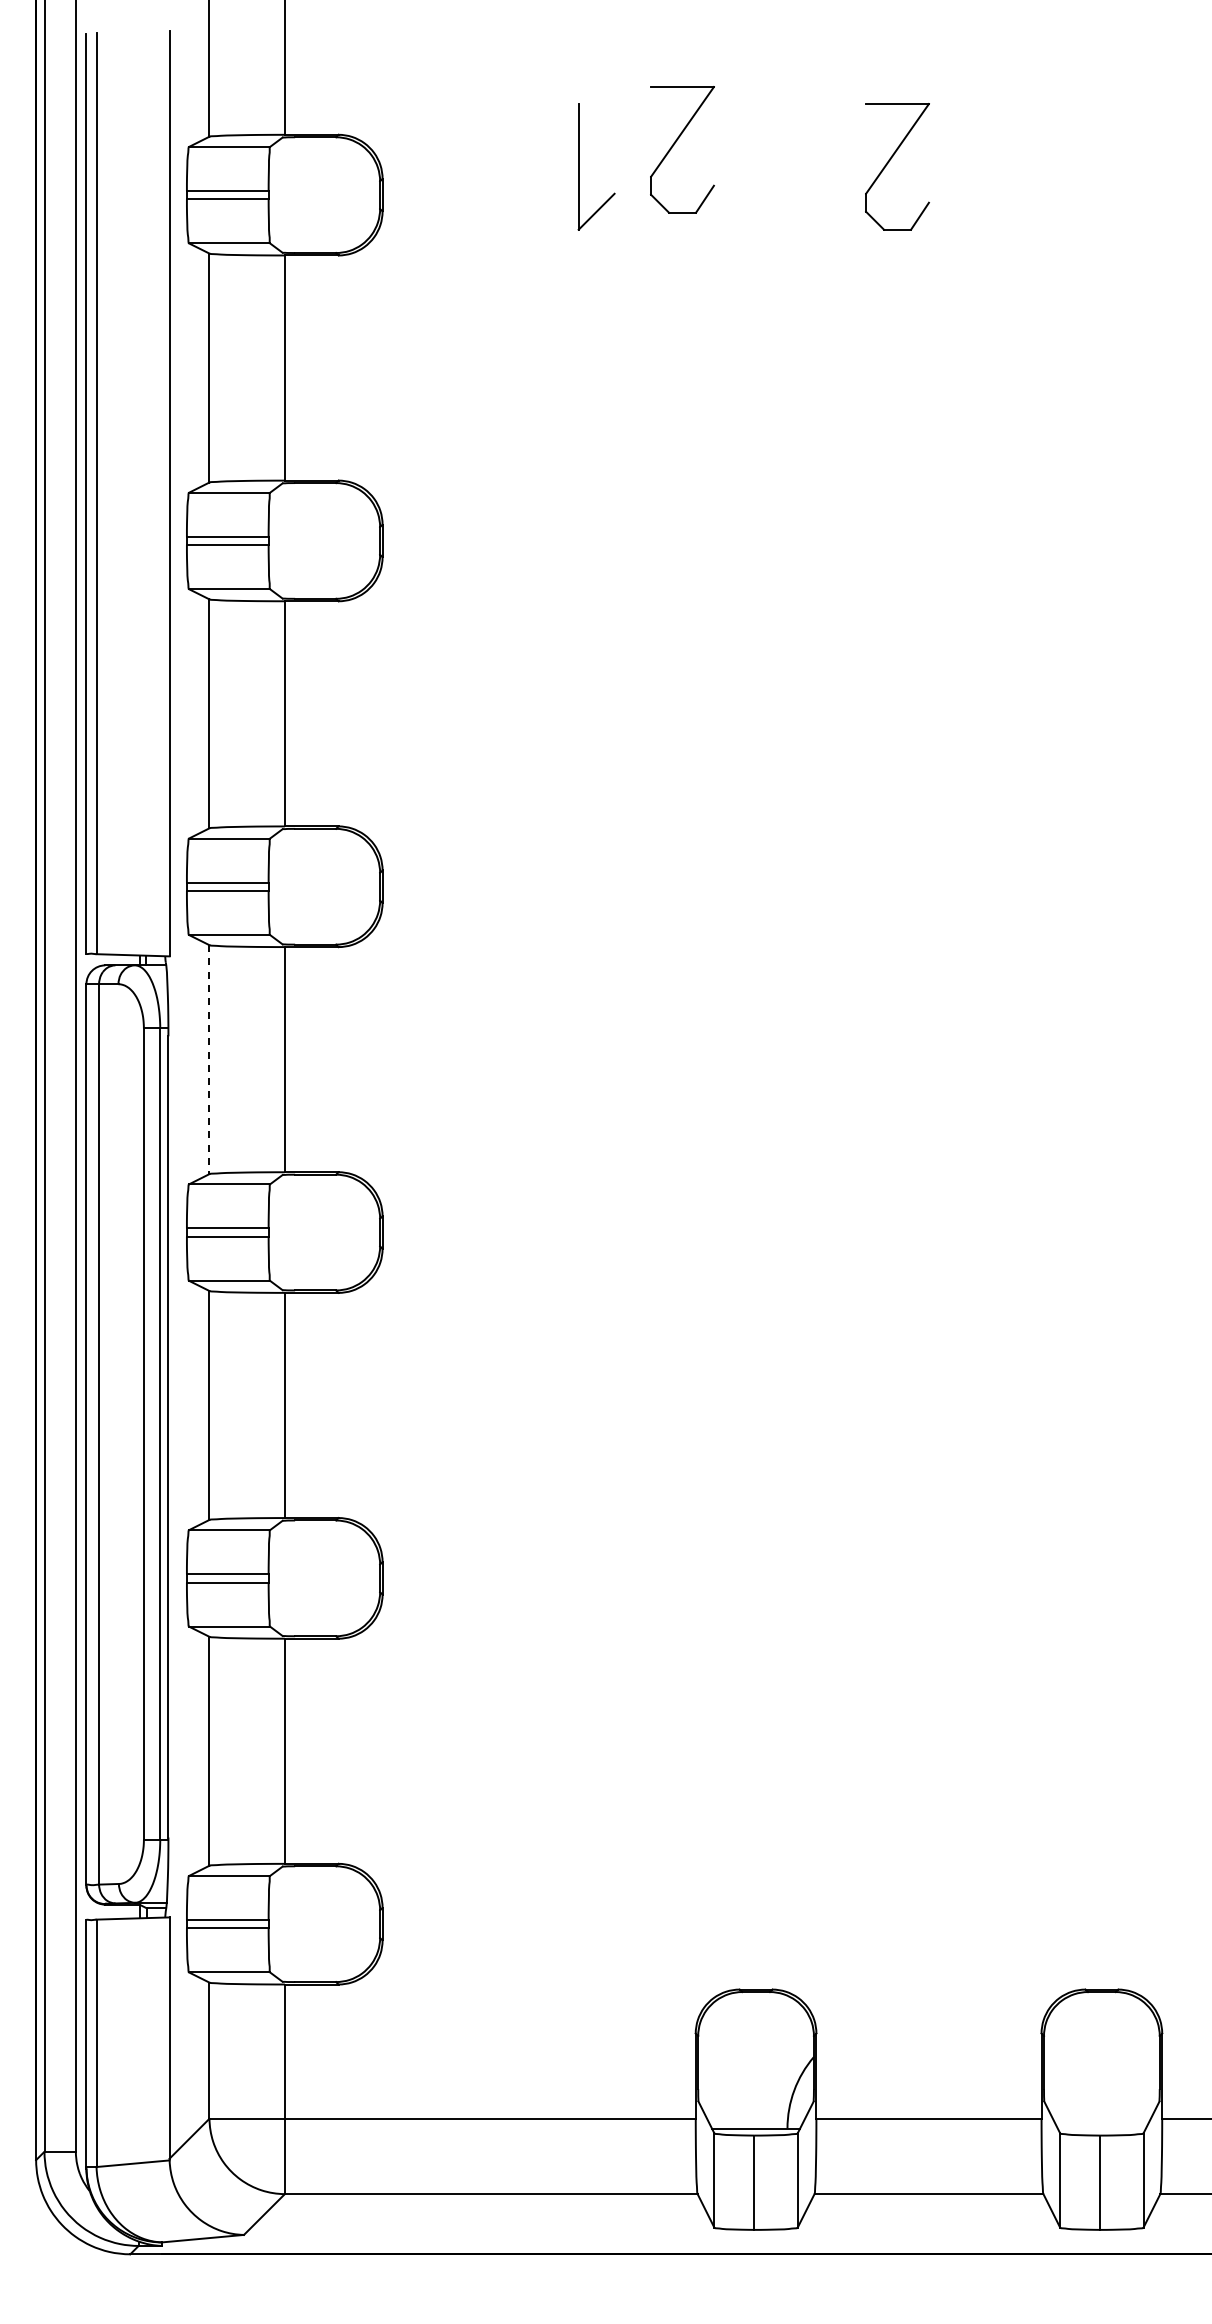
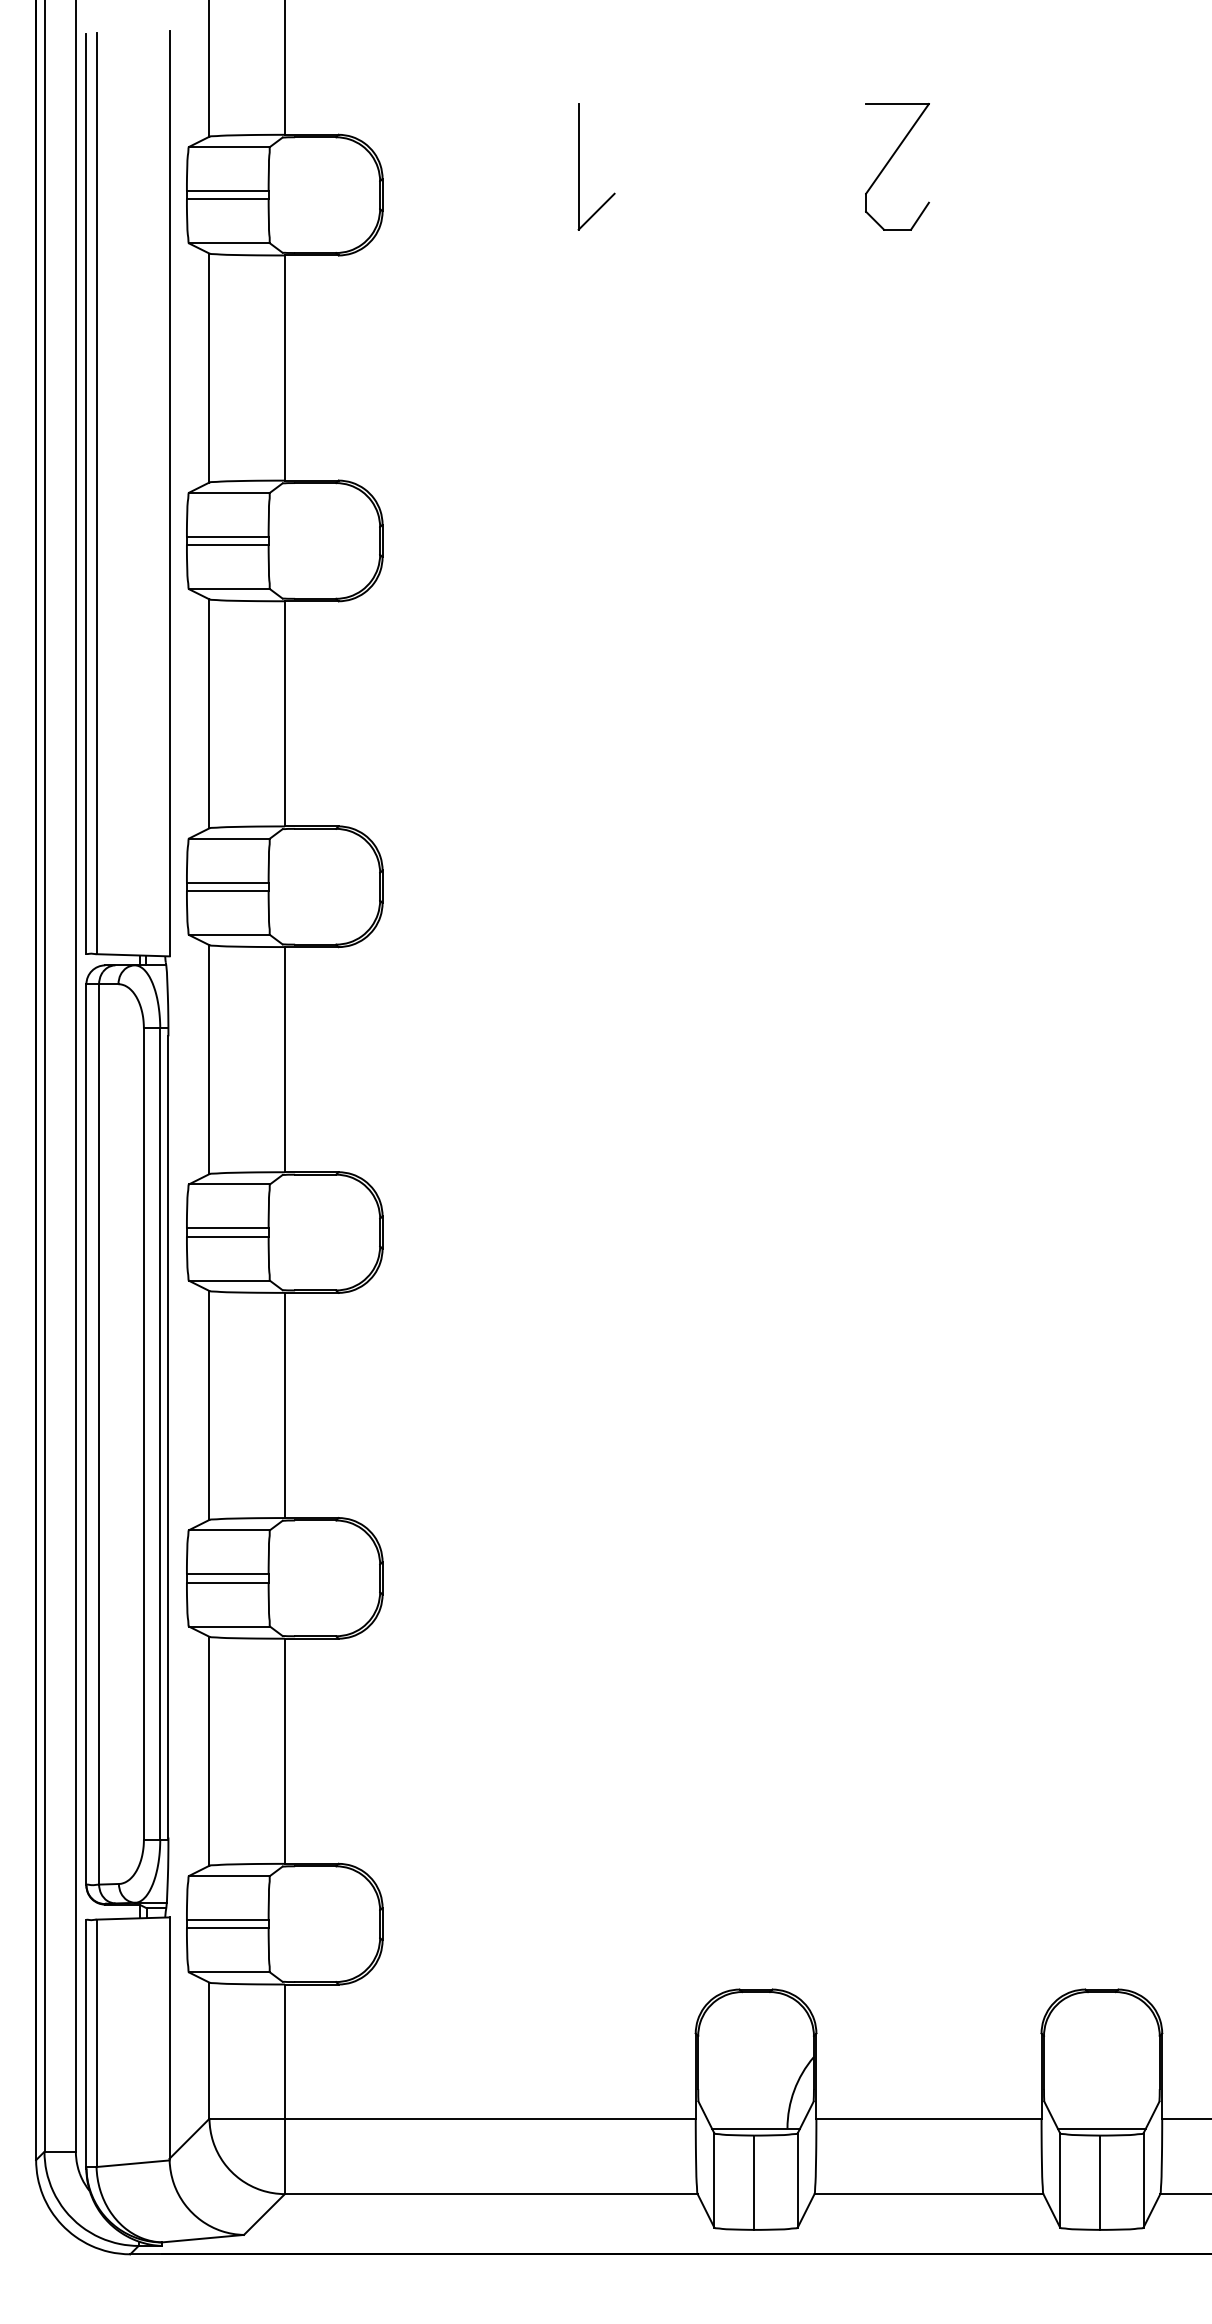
part at (674, 145): present -> none
line at (209, 1060): dashed -> solid
line at (1101, 2128): none -> present
